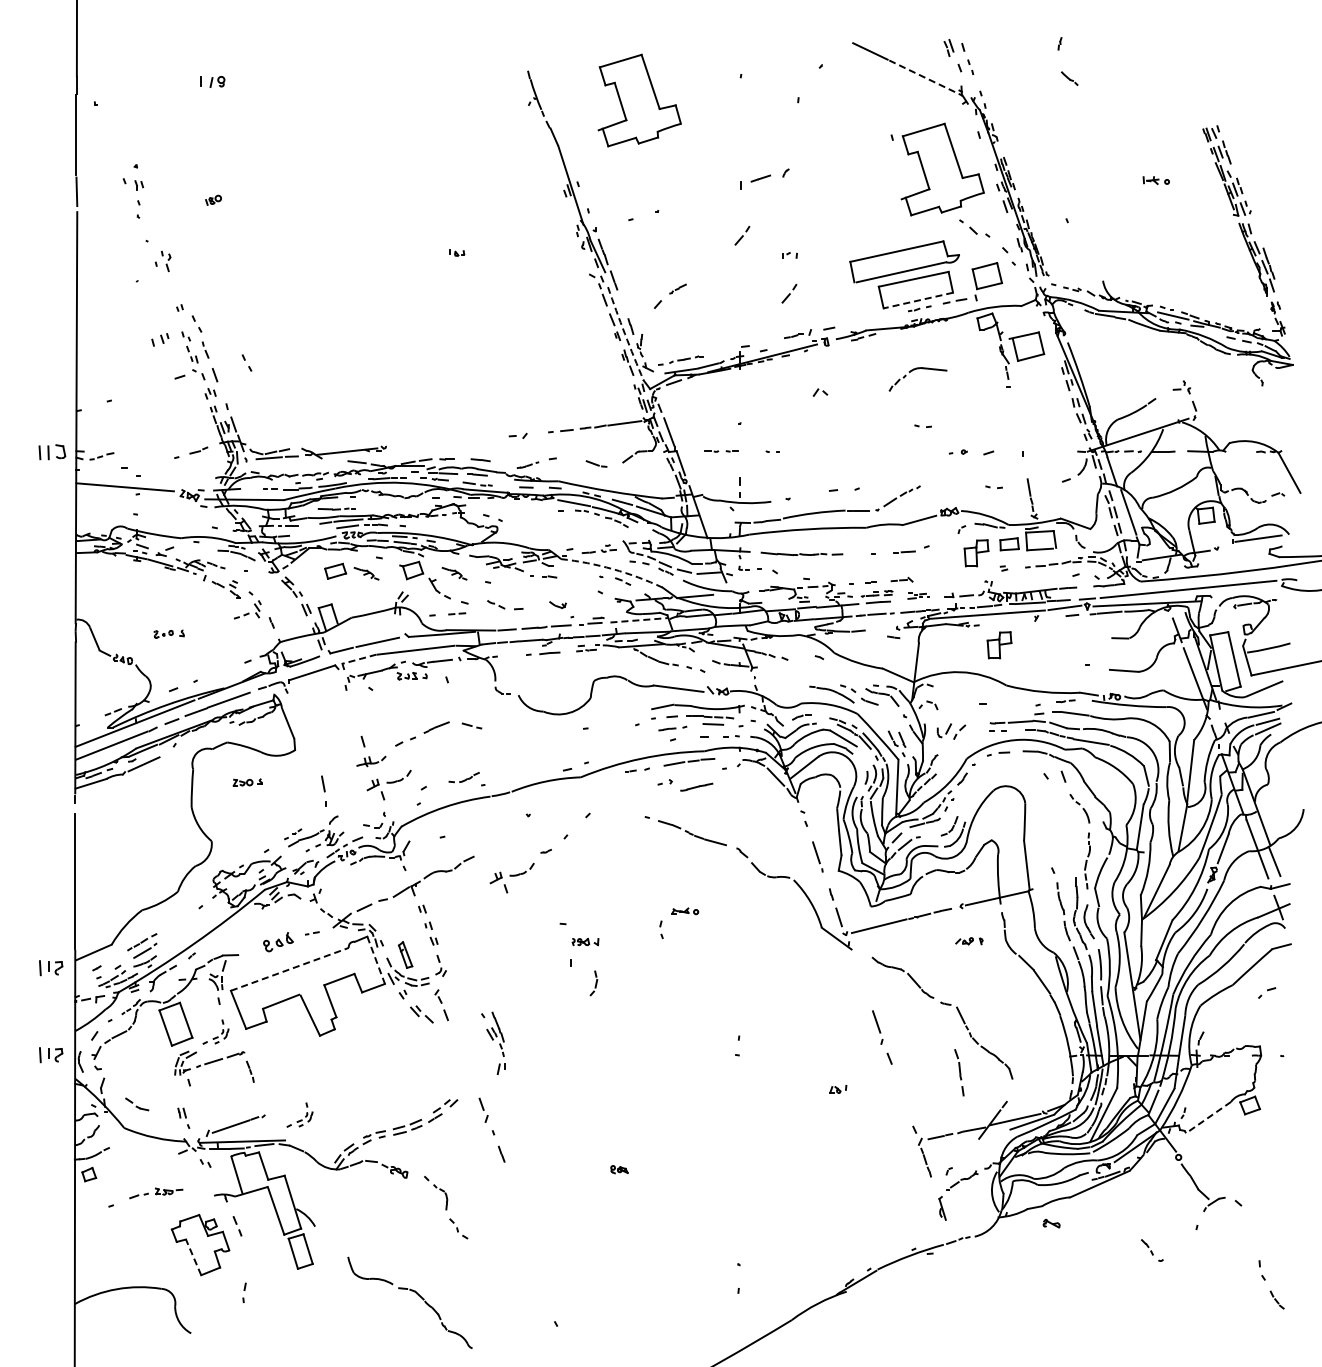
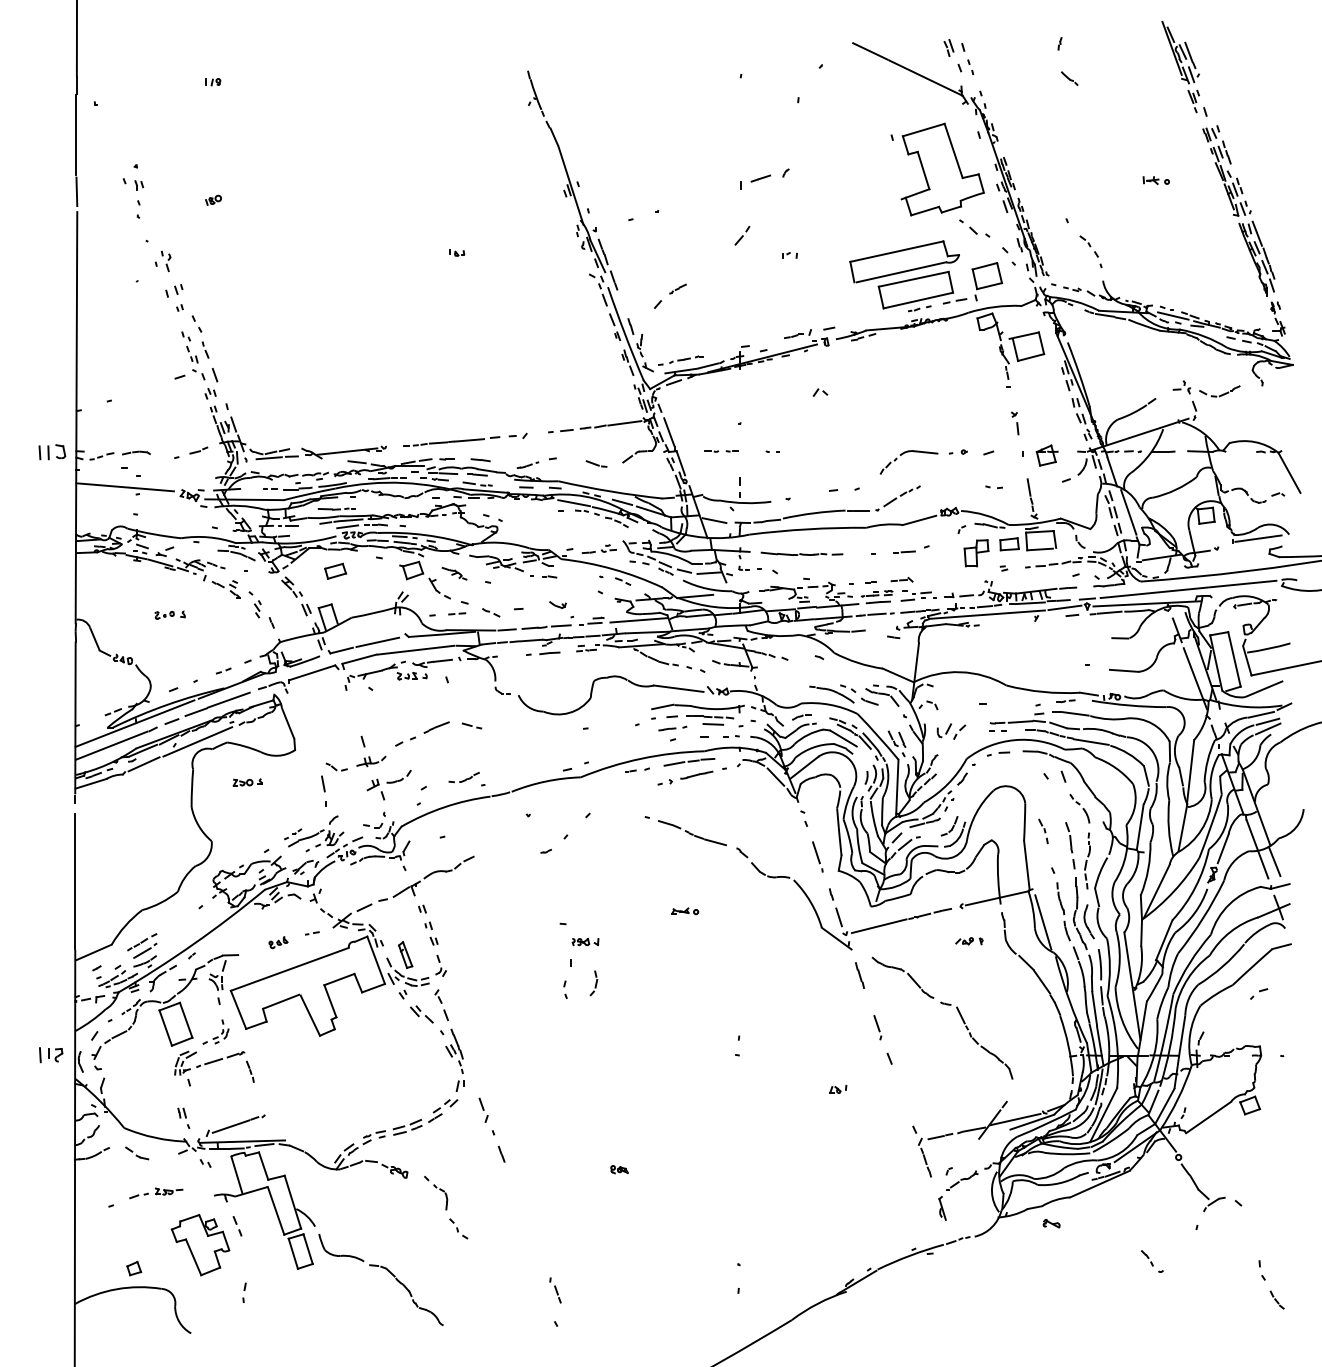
part at (1184, 68): none -> present
line at (925, 78): dashed -> solid
part at (212, 81) size: 26x12 px -> 17x9 px
part at (639, 100): present -> none
line at (1256, 233): none -> present
part at (1090, 251): none -> present
part at (789, 293): present -> none
line at (918, 300): dashed -> solid
arc at (625, 334): dashed -> solid
part at (160, 339) position: (160, 339) -> (174, 290)
part at (246, 362): present -> none
part at (912, 371) position: (912, 371) -> (903, 454)
part at (1219, 391): none -> present
part at (1015, 423): none -> present
part at (922, 425): present -> none
part at (451, 441): none -> present
part at (136, 452): none -> present
part at (1046, 455): none -> present
line at (714, 520): none -> present
arc at (613, 569): dashed -> solid
part at (366, 573): present -> none
part at (918, 595) size: 23x8 px -> 37x12 px
part at (496, 604) position: (496, 604) -> (491, 612)
part at (241, 615) position: (241, 615) -> (223, 670)
line at (639, 620): dashed -> solid
part at (168, 633) position: (168, 633) -> (169, 614)
part at (999, 645): present -> none
line at (359, 659): dashed -> solid
line at (197, 741): none -> present
part at (336, 766): none -> present
line at (696, 786) position: (696, 786) -> (696, 774)
part at (1043, 831): none -> present
part at (511, 877): present -> none
line at (1043, 922): none -> present
part at (661, 929) position: (661, 929) -> (565, 989)
part at (278, 942) size: 31x21 px -> 21x14 px
line at (376, 960): dashed -> solid
part at (51, 968): present -> none
line at (289, 969): dashed -> solid
line at (859, 975): none -> present
part at (1267, 992) position: (1267, 992) -> (1259, 993)
part at (877, 1027) size: 12x35 px -> 10x26 px
part at (493, 1042) position: (493, 1042) -> (452, 1059)
part at (959, 1072) position: (959, 1072) -> (1070, 845)
part at (137, 1104) position: (137, 1104) -> (137, 1153)
part at (299, 1114): present -> none
line at (1208, 1117): dashed -> solid
part at (89, 1174) position: (89, 1174) -> (134, 1268)
part at (1152, 1250) position: (1152, 1250) -> (1152, 1261)
line at (193, 1256): dashed -> solid
part at (555, 1290): none -> present
part at (416, 1294) position: (416, 1294) -> (387, 1271)
